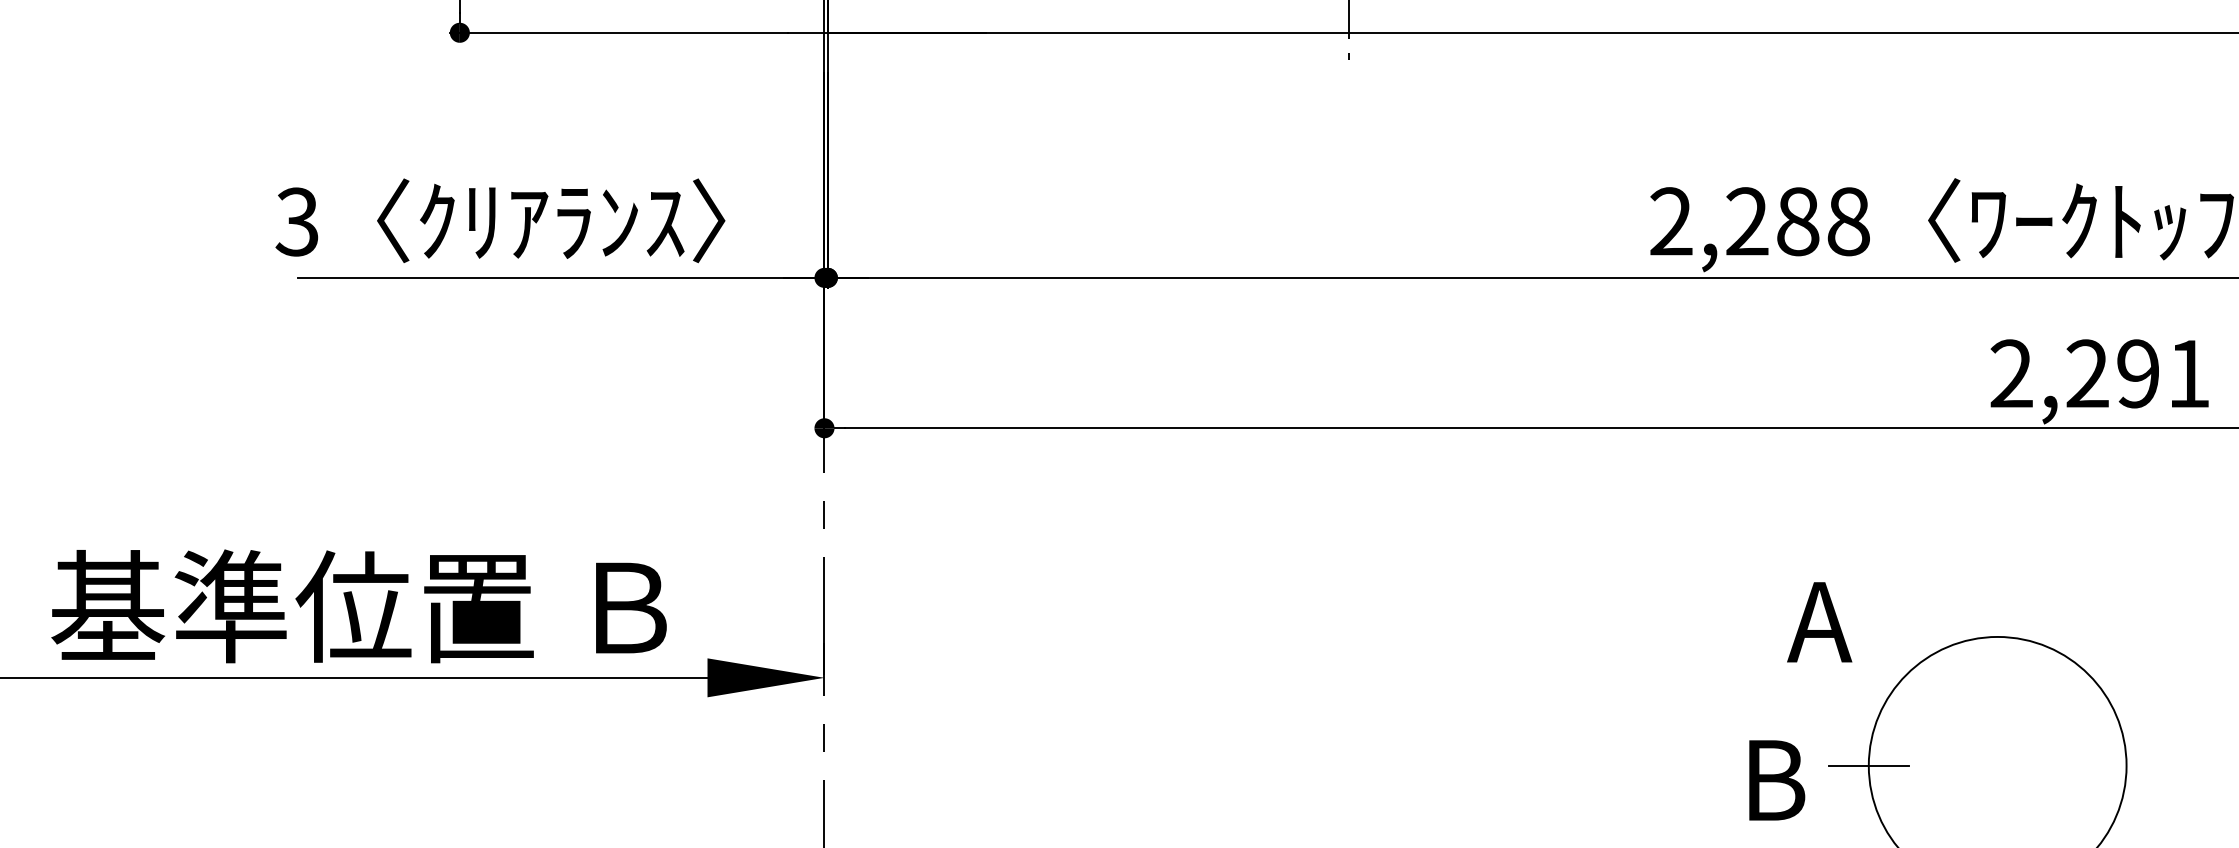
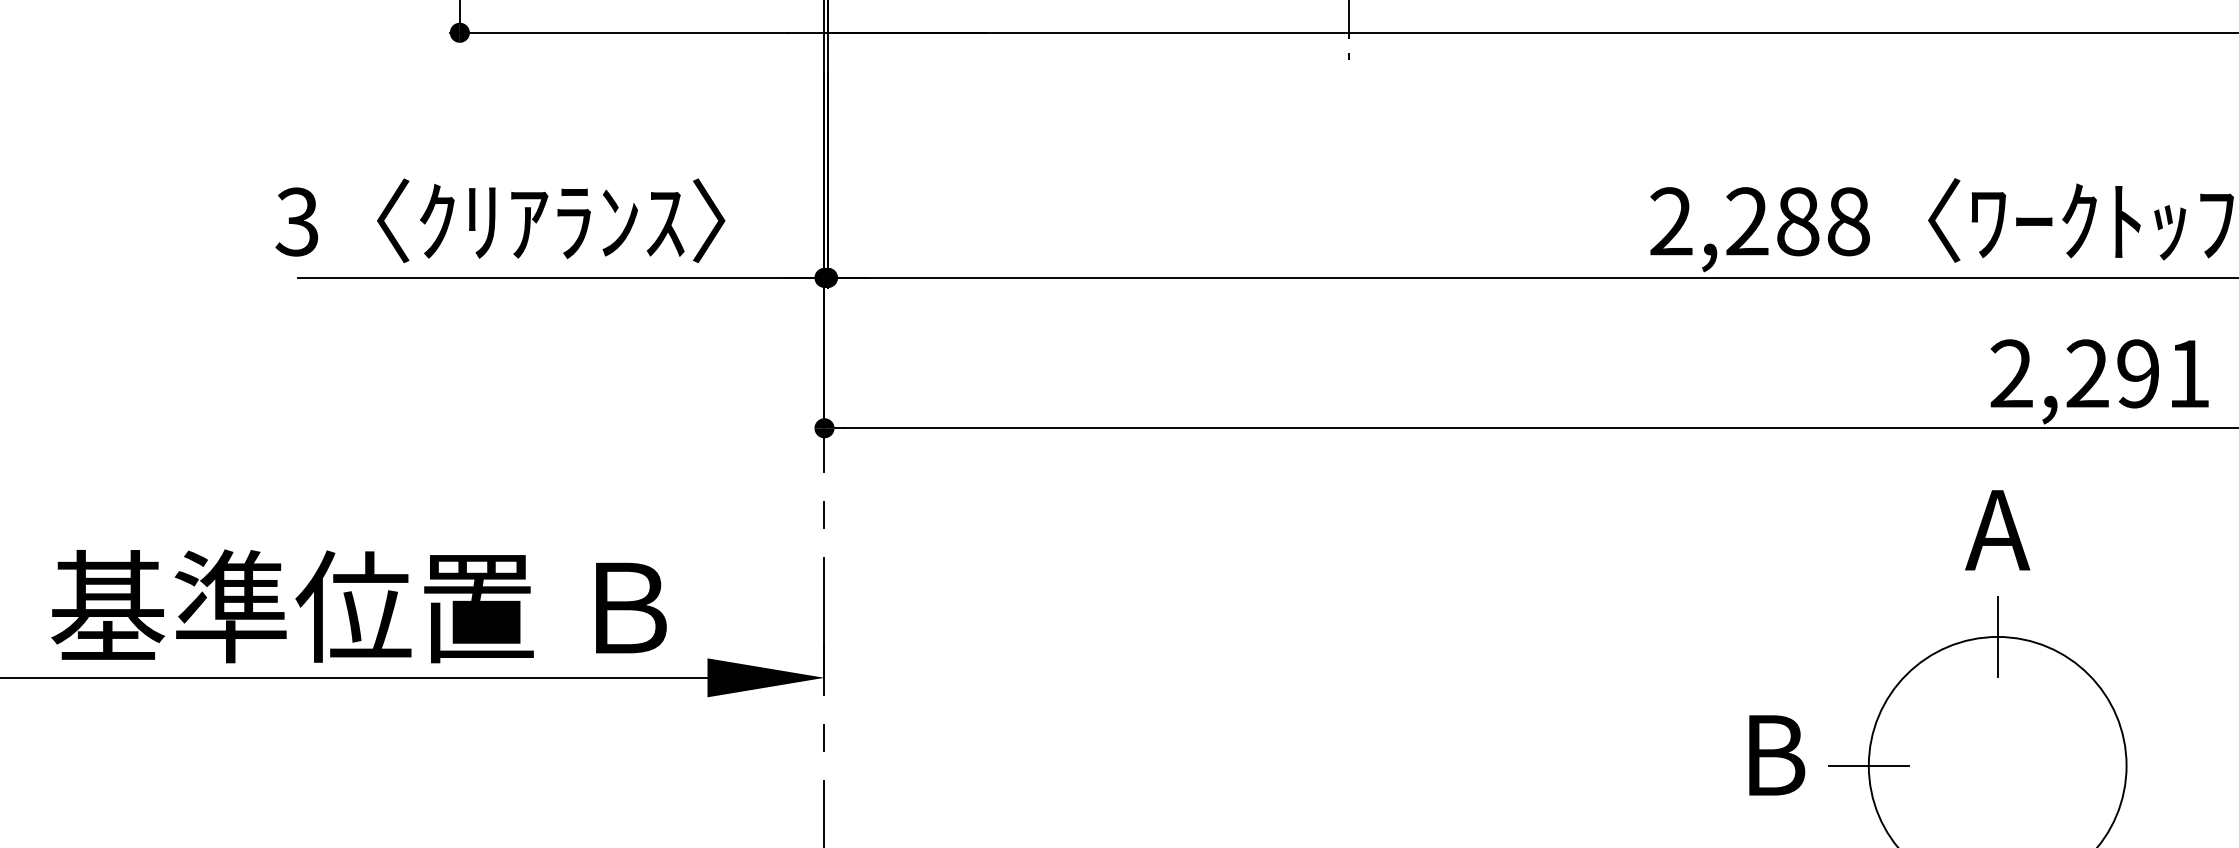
text at (1819, 622) position: (1819, 622) -> (1997, 530)
line at (1997, 636): none -> present
text at (1777, 780) position: (1777, 780) -> (1777, 755)
